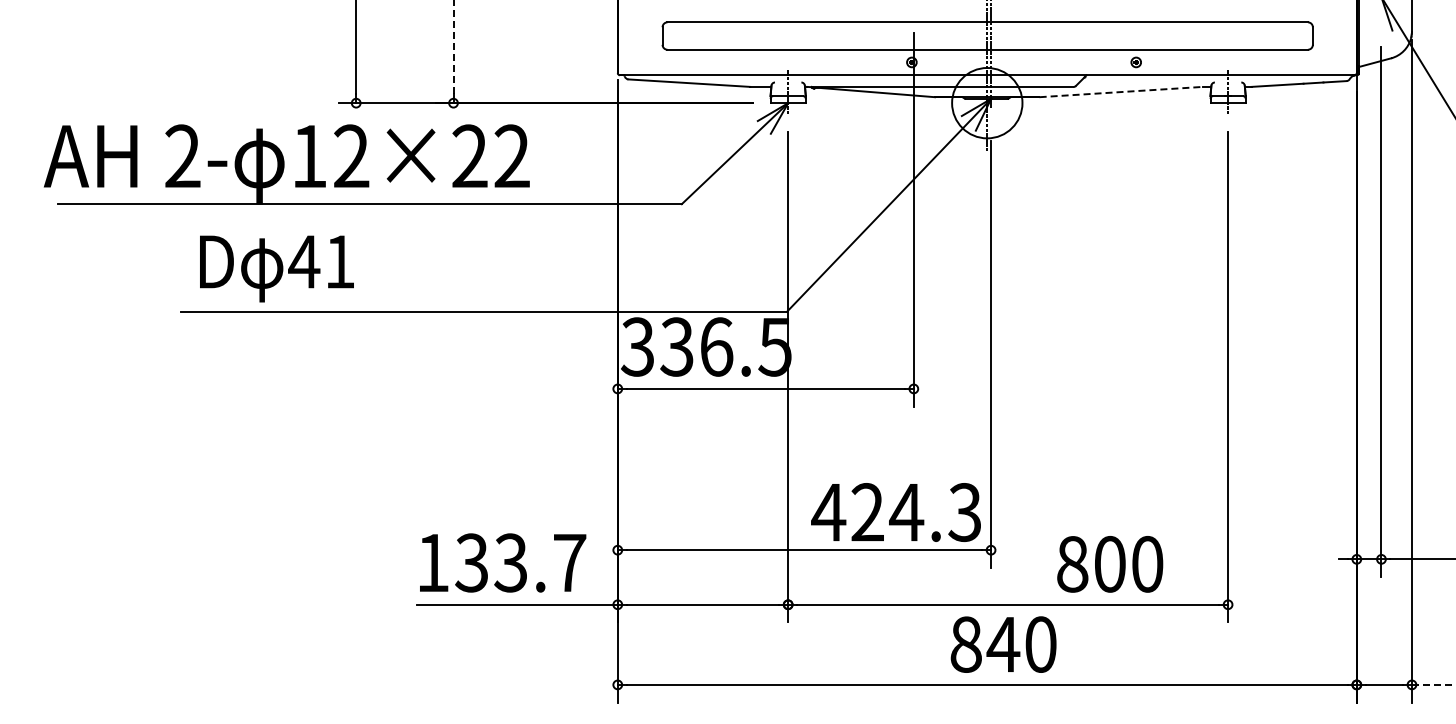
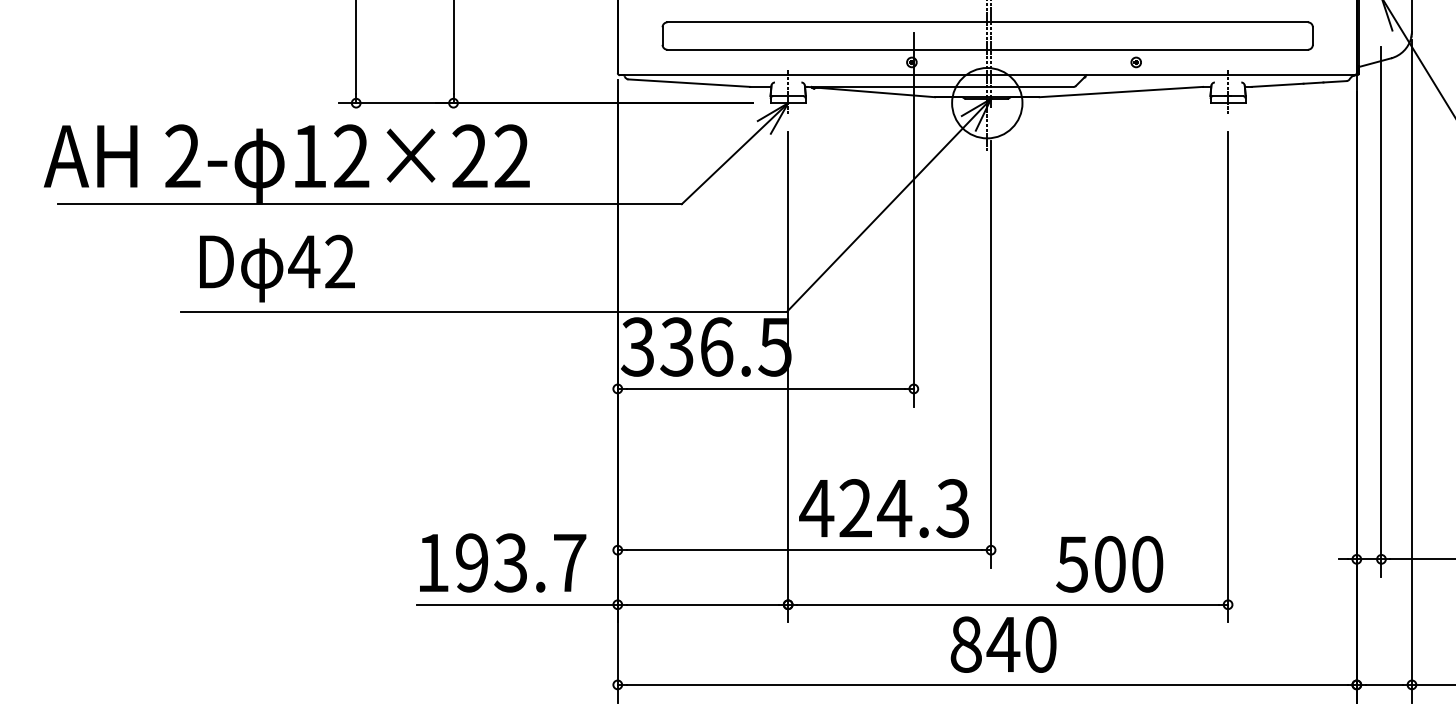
line at (453, 47): dashed -> solid
line at (1121, 92): dashed -> solid
text at (339, 261): 41 -> 42
text at (895, 512) position: (895, 512) -> (883, 508)
text at (471, 562): 133.7 -> 193.7
text at (1072, 564): 800 -> 500
line at (1433, 684): dashed -> solid
